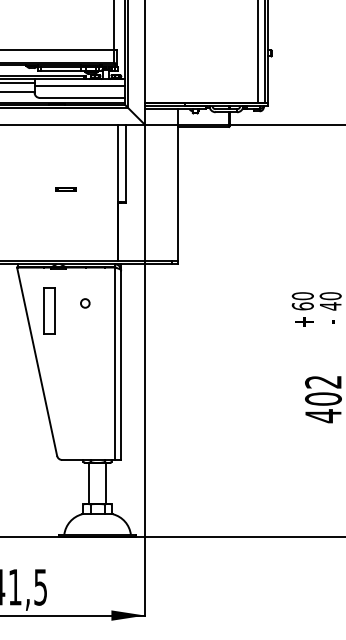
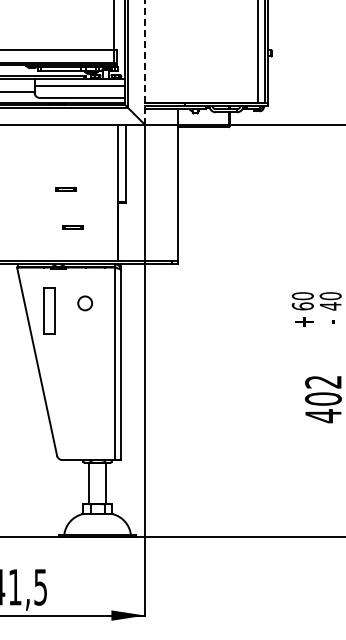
line at (145, 62): solid -> dashed
line at (18, 82): present -> none
line at (72, 226): none -> present
circle at (85, 303) size: 11x11 px -> 16x17 px
